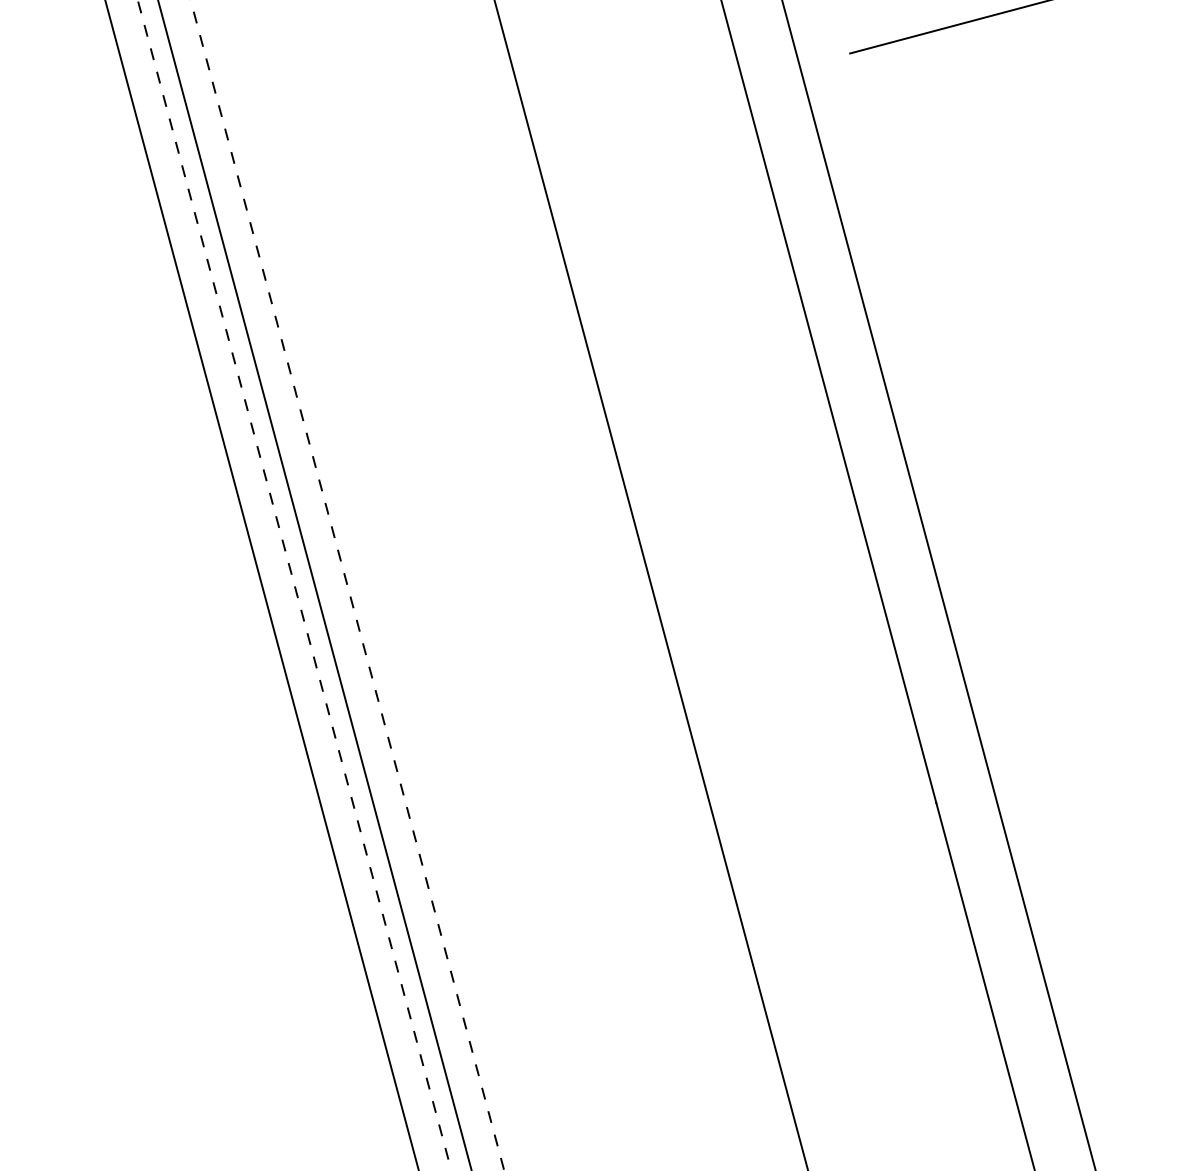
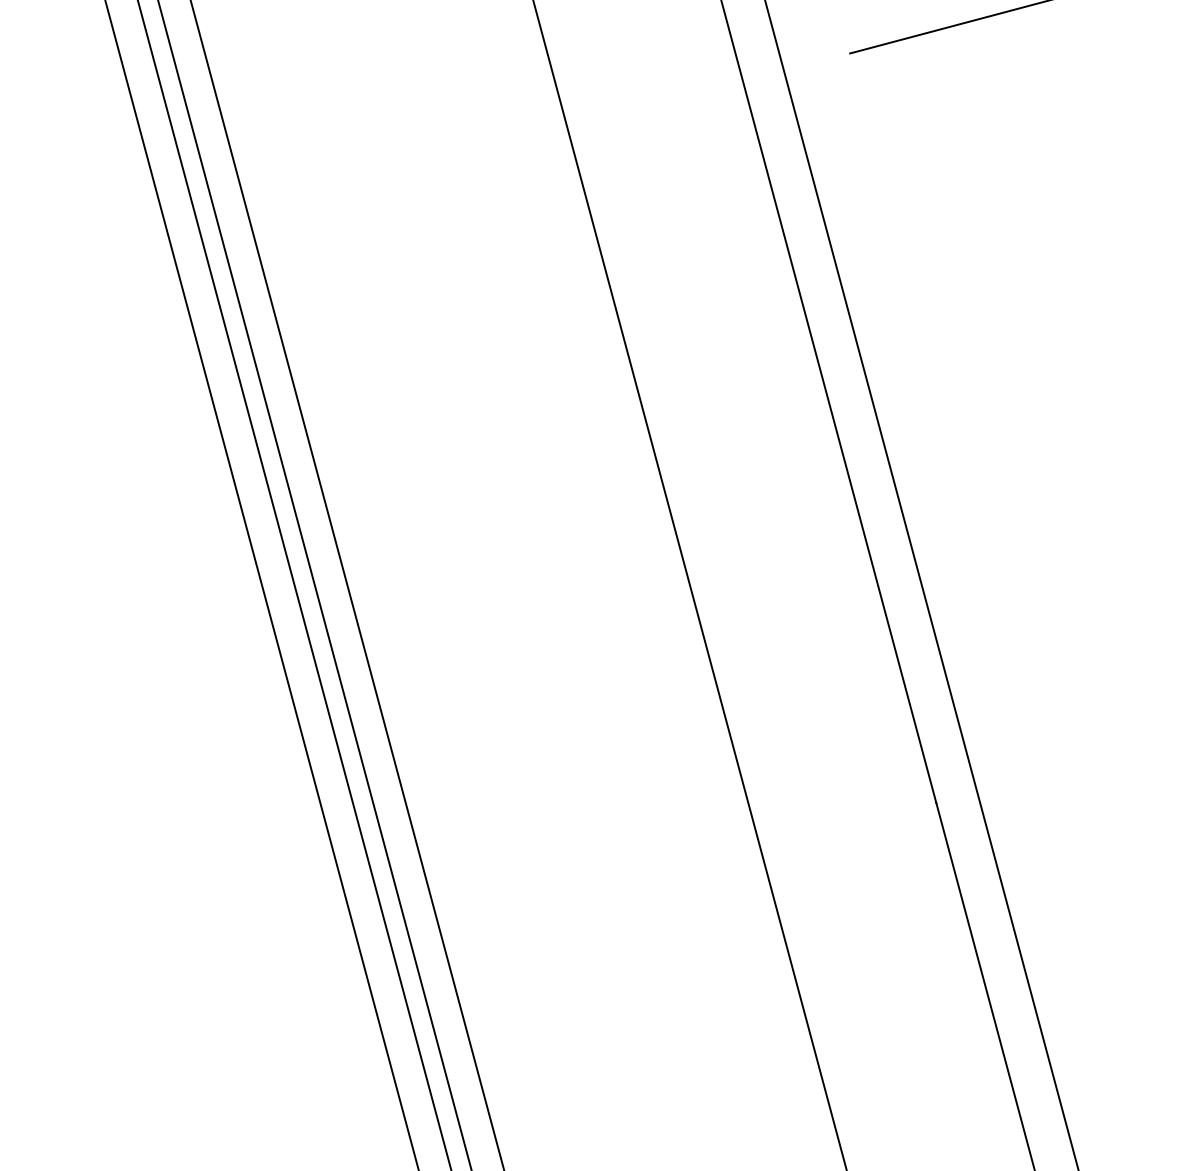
line at (347, 584): dashed -> solid
line at (651, 584) position: (651, 584) -> (689, 584)
line at (938, 584) position: (938, 584) -> (921, 584)
line at (294, 585): dashed -> solid
